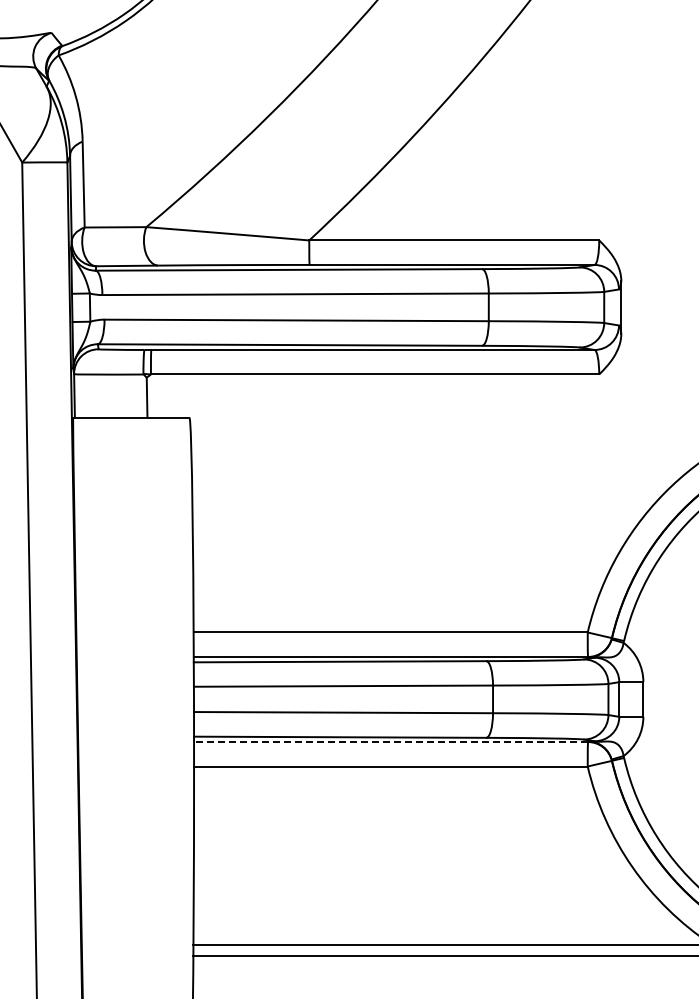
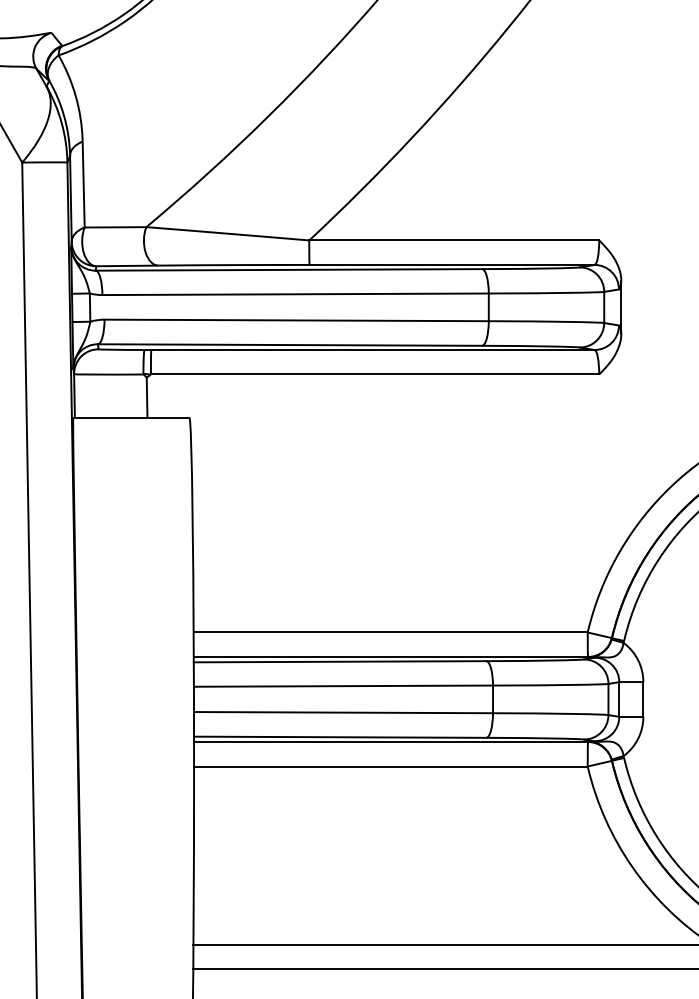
line at (391, 742): dashed -> solid
line at (444, 956) position: (444, 956) -> (444, 969)
